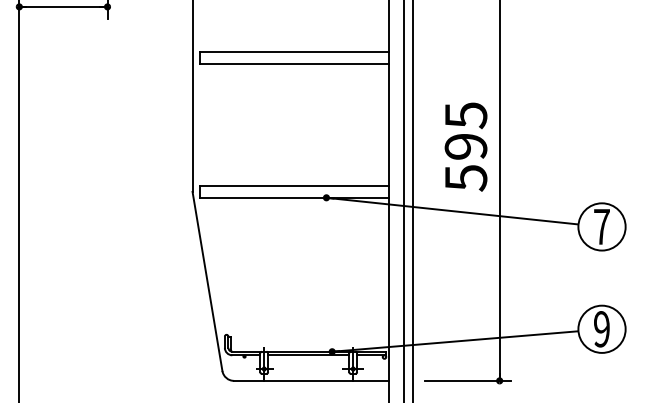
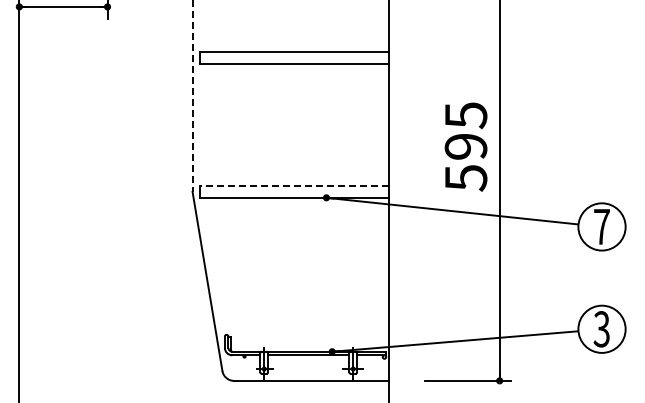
line at (192, 96): solid -> dashed
line at (294, 186): solid -> dashed
line at (403, 200): present -> none
line at (413, 200): present -> none
text at (601, 329): 9 -> 3
